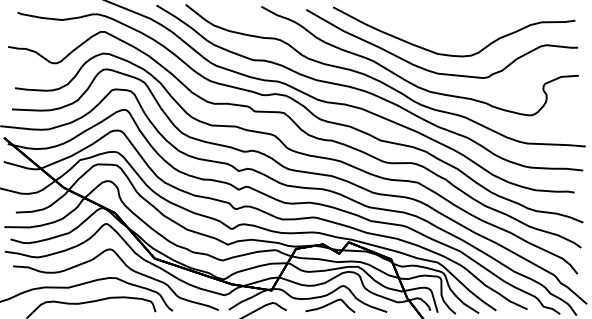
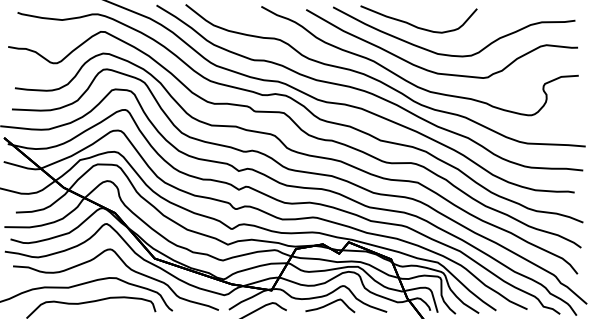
curve at (415, 25): none -> present
